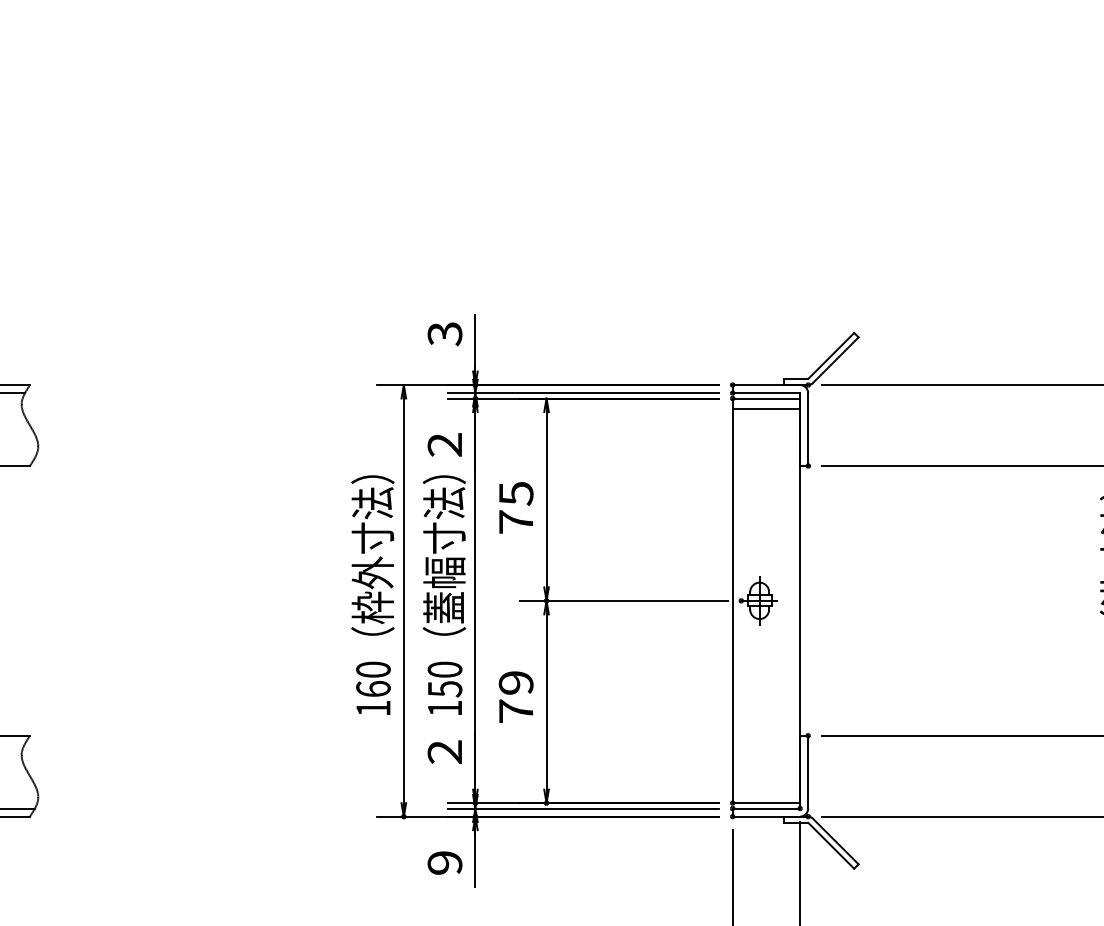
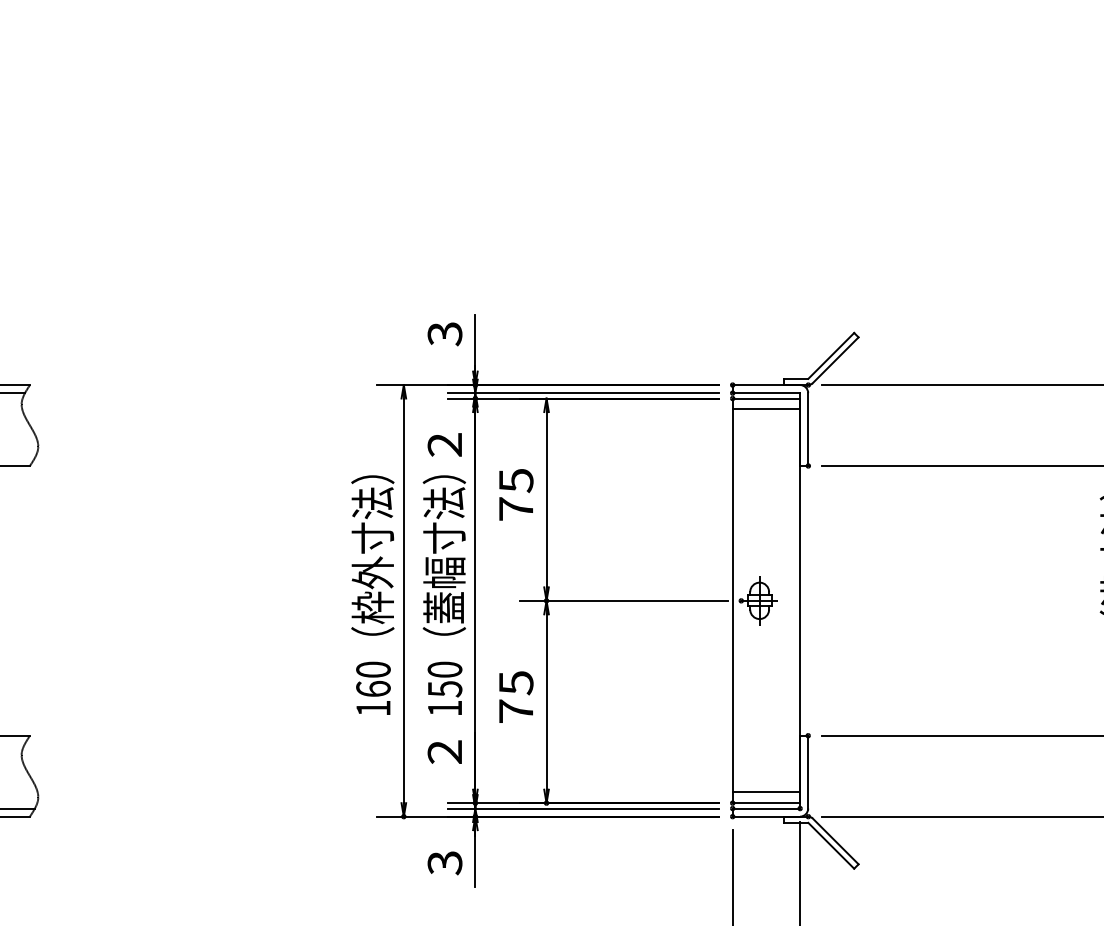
text at (516, 507) position: (516, 507) -> (516, 494)
text at (515, 683): 79 -> 75
line at (766, 792): none -> present
text at (444, 863): 9 -> 3
